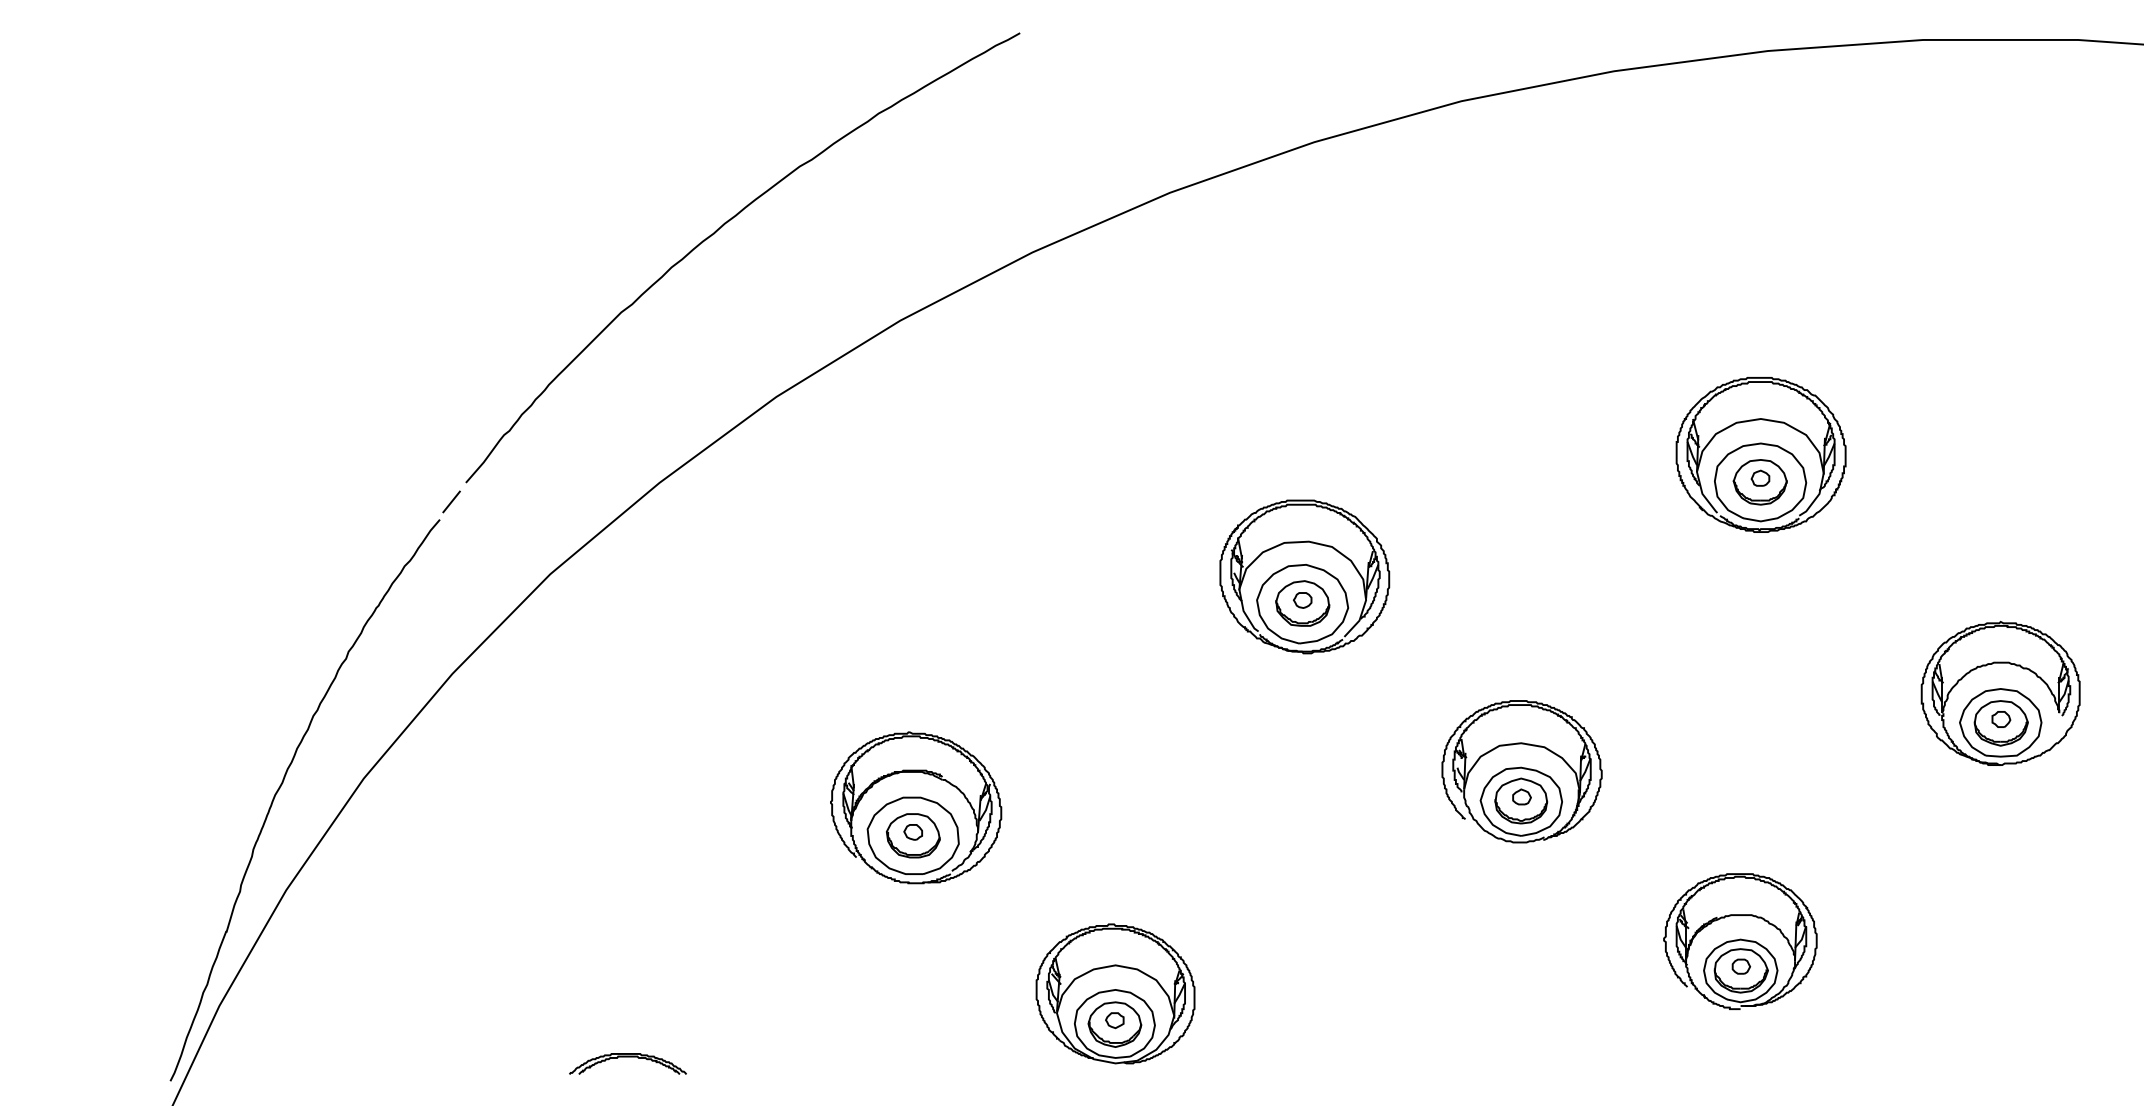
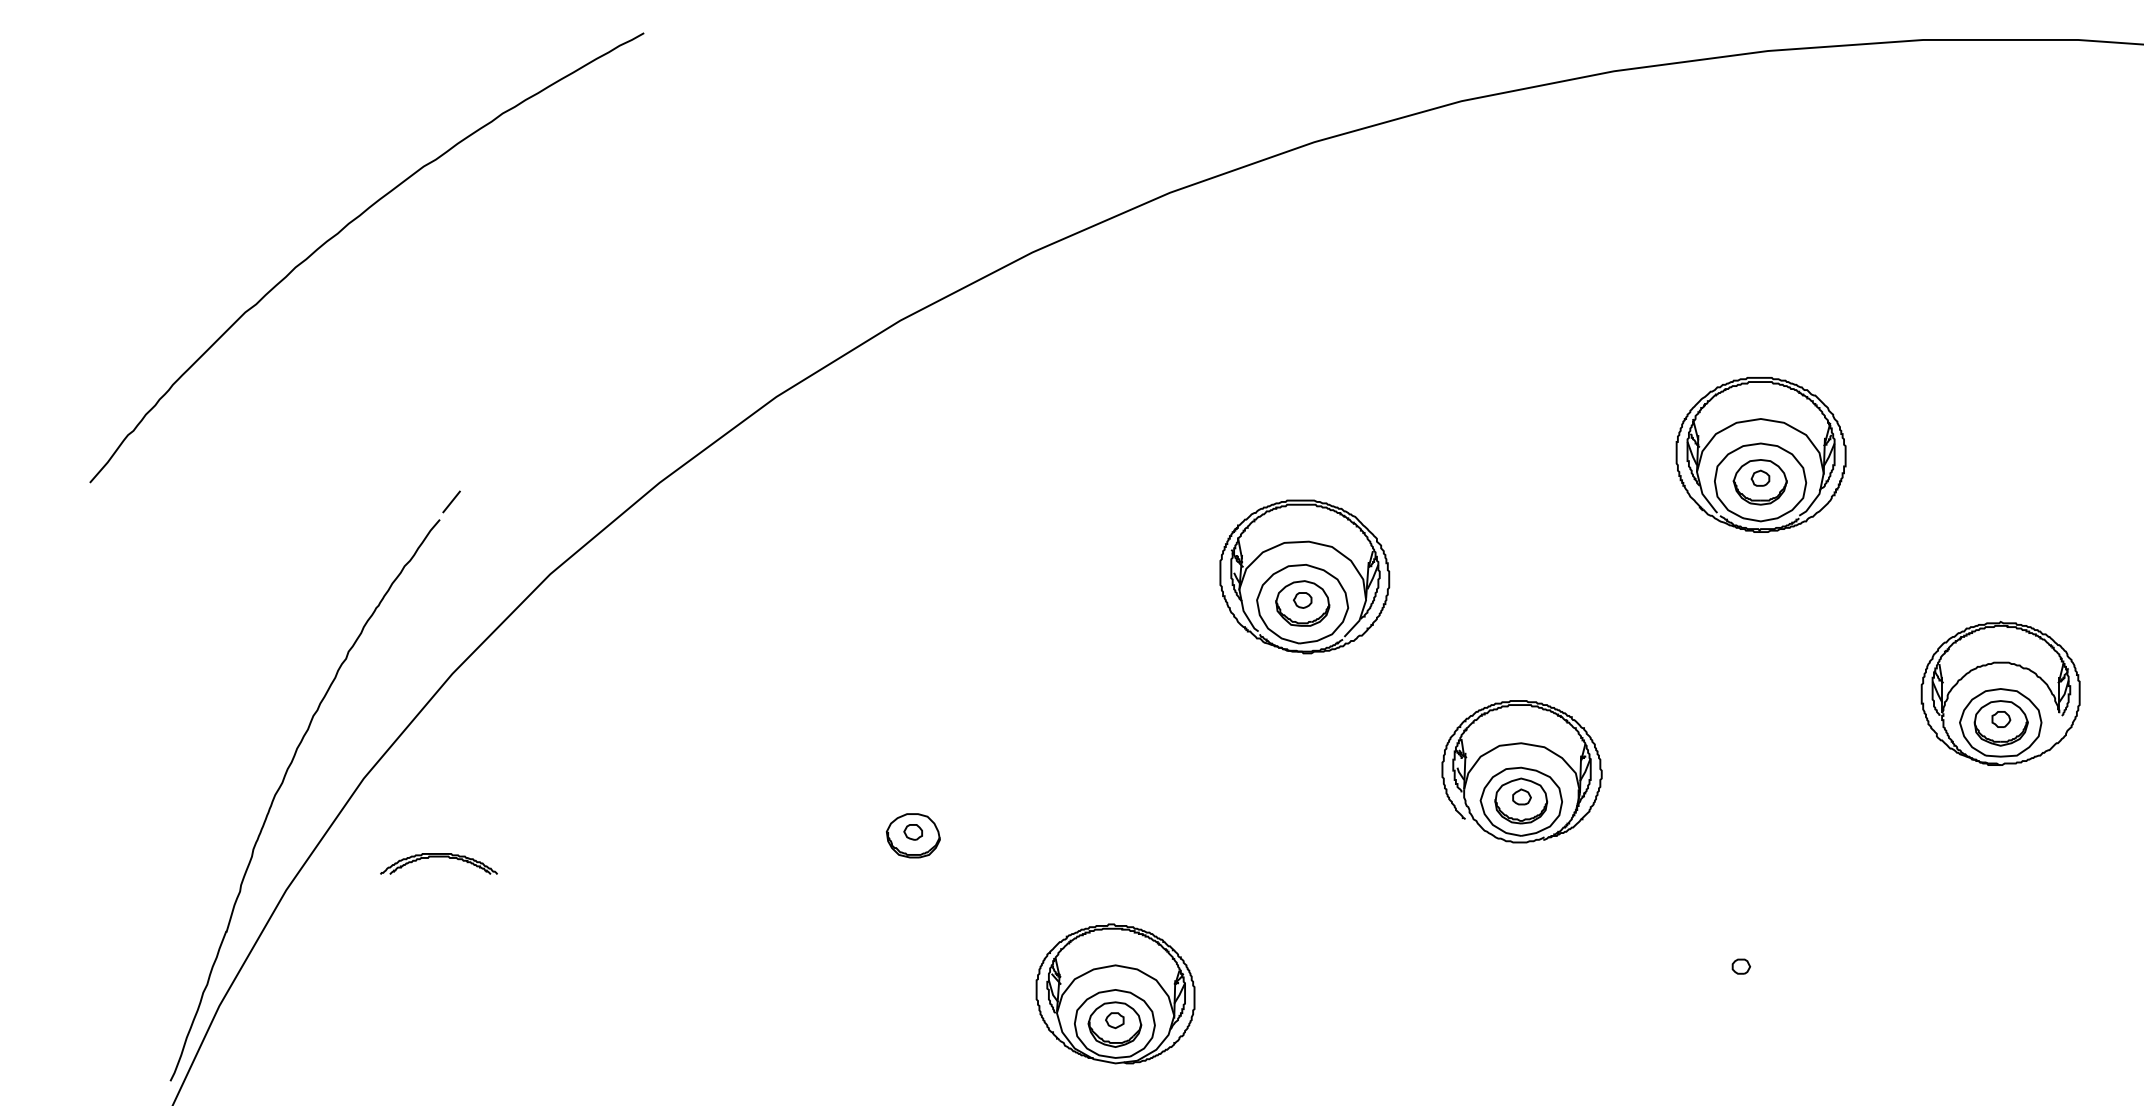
curve at (722, 227) position: (722, 227) -> (346, 227)
part at (916, 807): present -> none
part at (1740, 941): present -> none
part at (627, 1063) position: (627, 1063) -> (438, 863)
